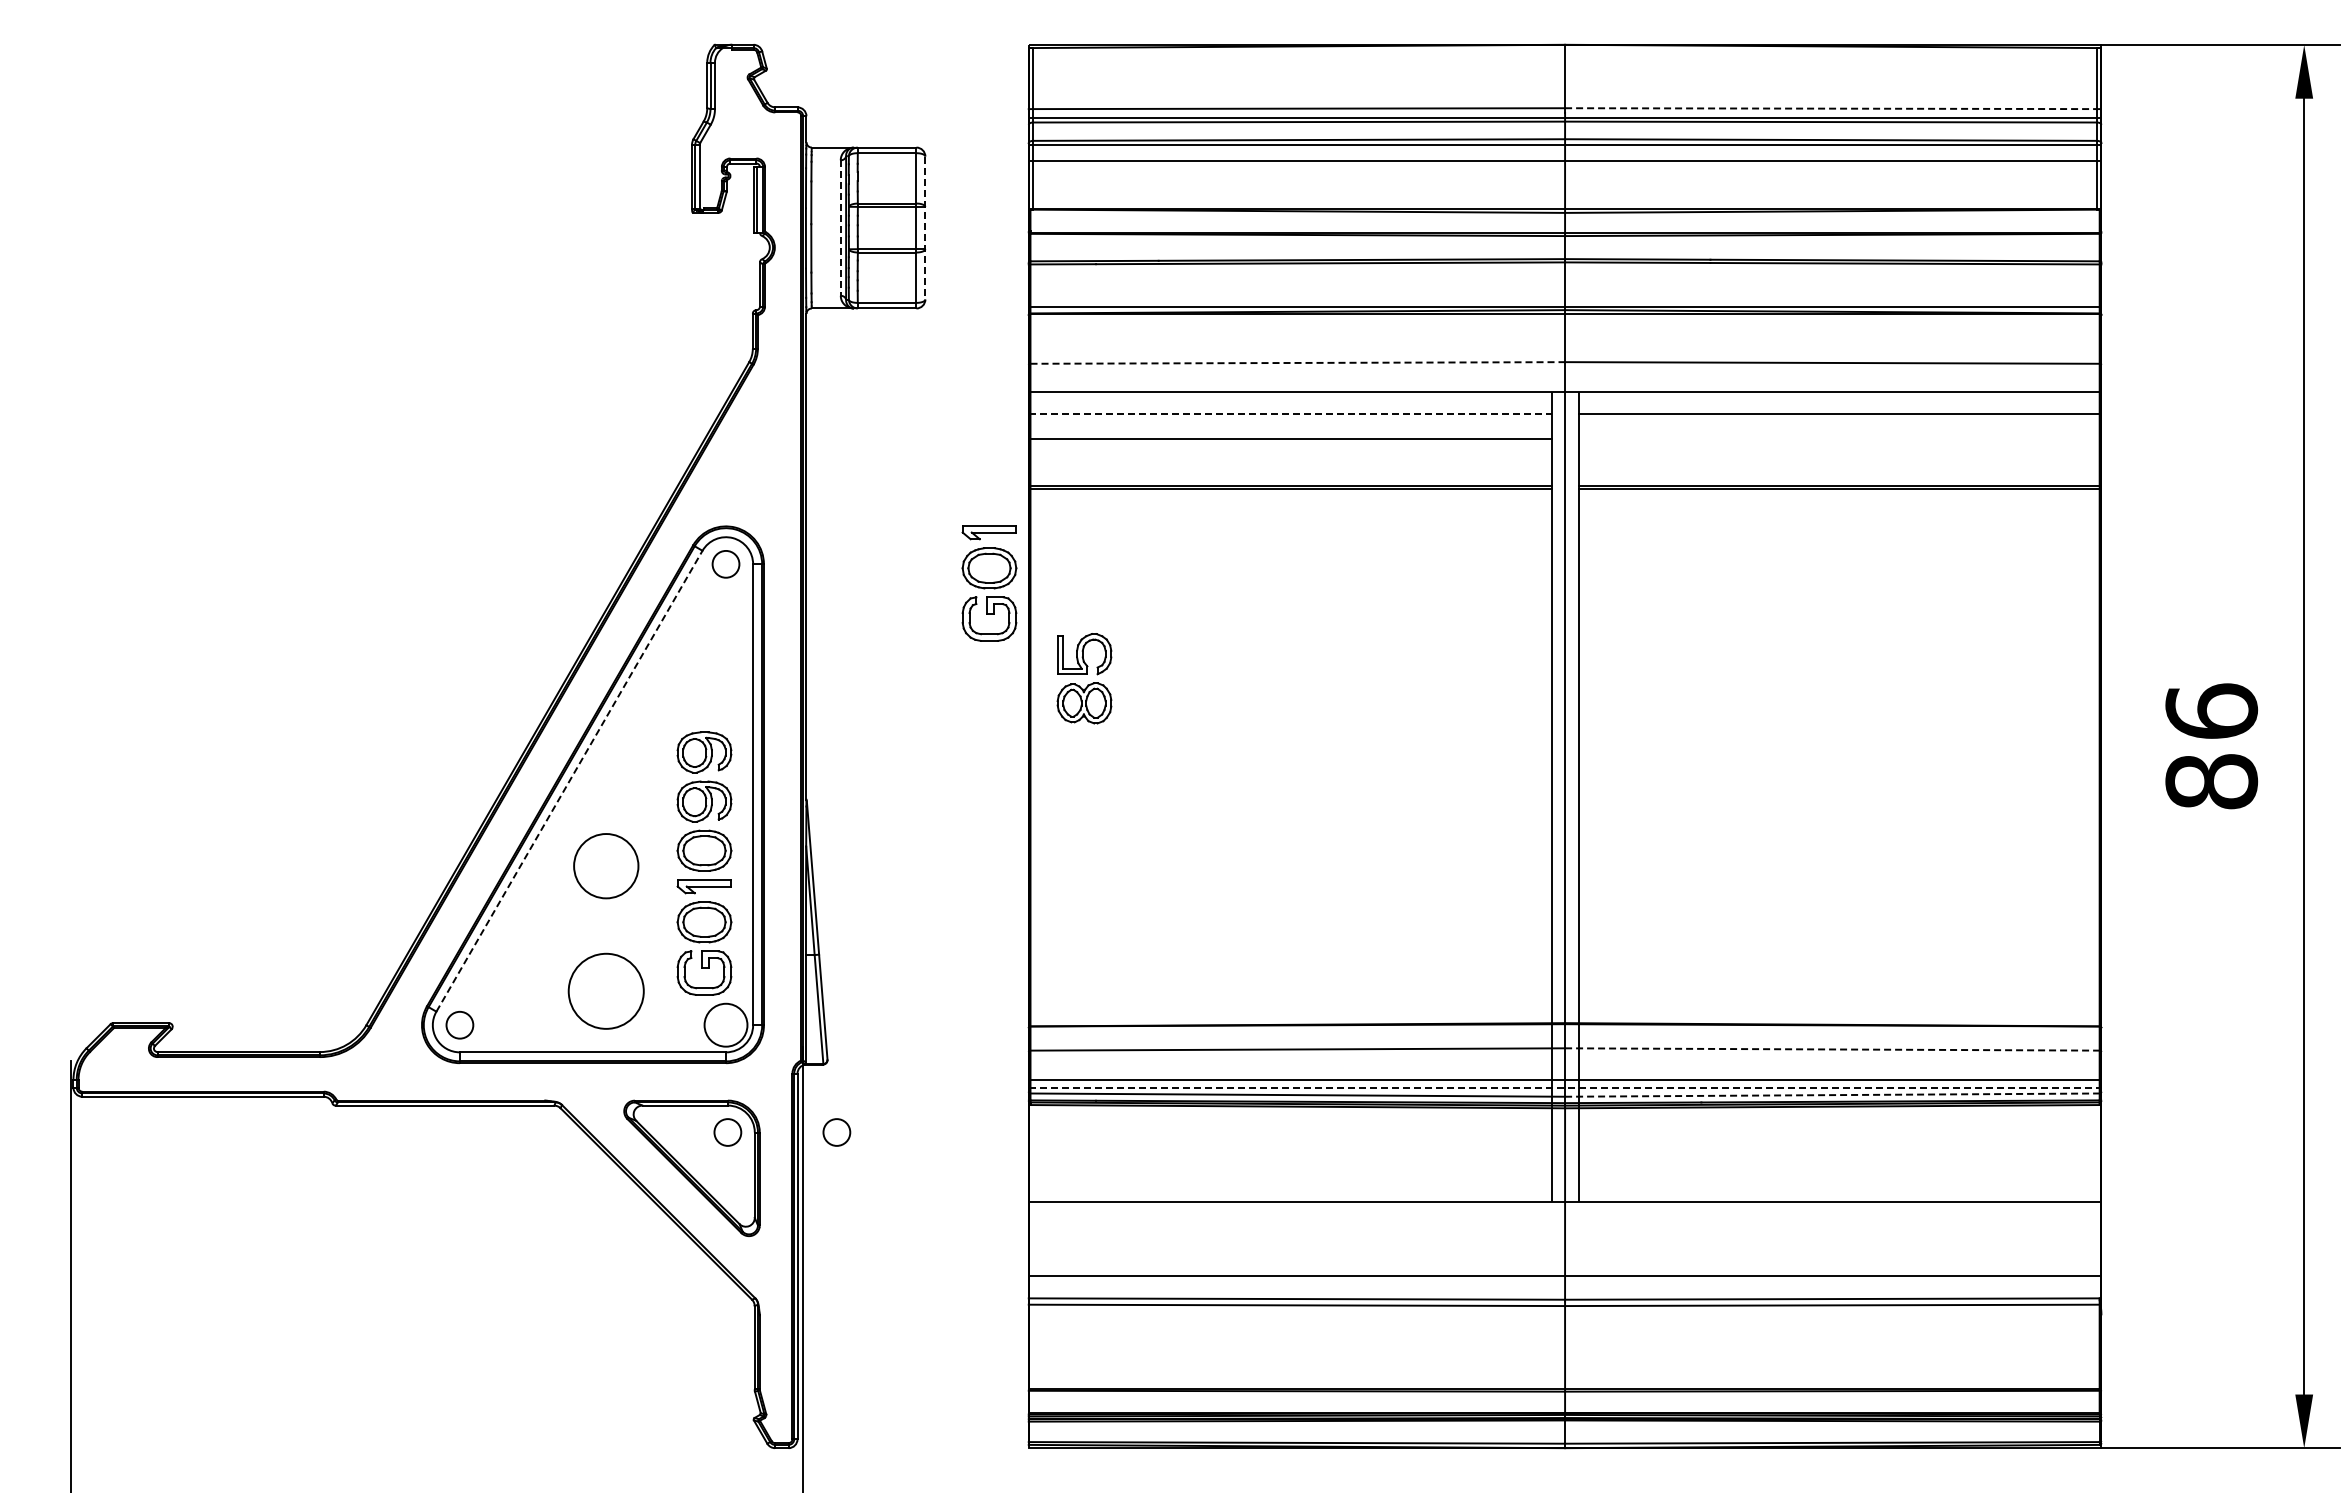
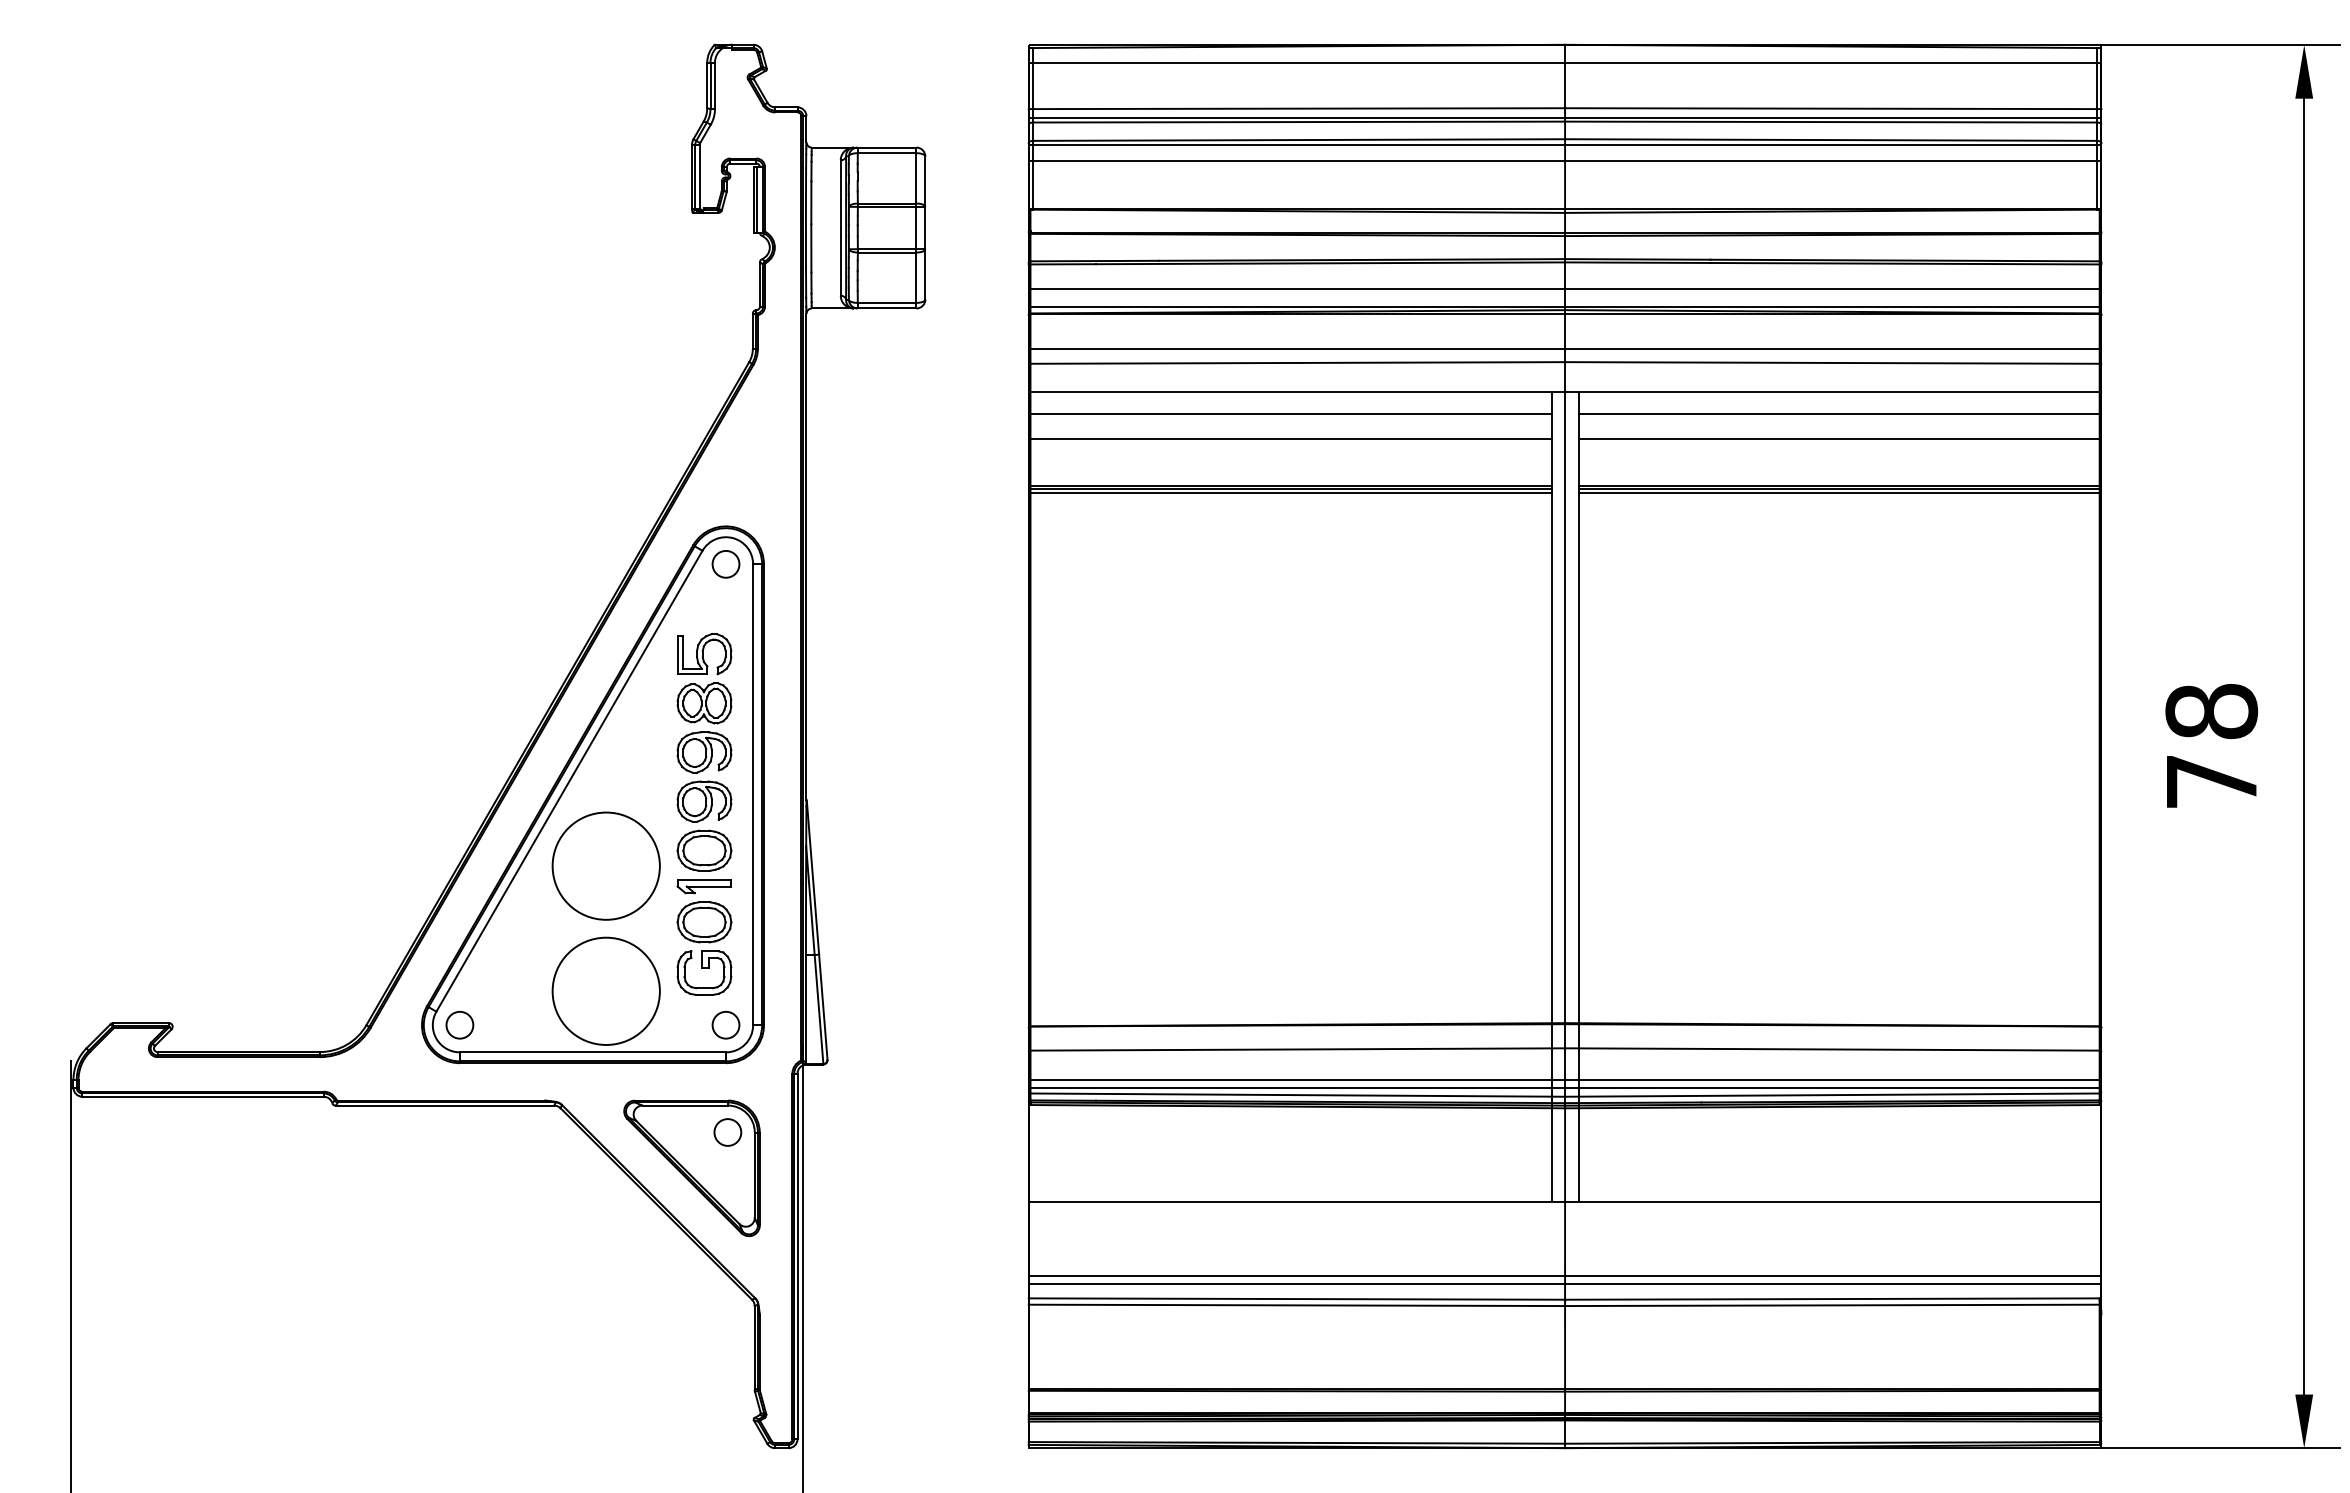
line at (1564, 62): none -> present
line at (1833, 108): dashed -> solid
line at (840, 228): dashed -> solid
line at (925, 228): dashed -> solid
line at (1564, 288): none -> present
line at (1564, 348): none -> present
line at (1298, 362): dashed -> solid
line at (1290, 414): dashed -> solid
line at (1839, 438): none -> present
line at (1289, 492): none -> present
line at (1839, 492): none -> present
part at (989, 583): present -> none
part at (1084, 678) position: (1084, 678) -> (704, 678)
text at (2211, 746): 86 -> 78
line at (569, 780): dashed -> solid
circle at (606, 866) diameter: 64 px -> 107 px
circle at (605, 990) diameter: 75 px -> 107 px
circle at (725, 1024) diameter: 43 px -> 27 px
line at (1832, 1049): dashed -> solid
line at (1565, 1087): dashed -> solid
line at (1832, 1095): dashed -> solid
circle at (836, 1132): present -> none
line at (1564, 1284): none -> present
